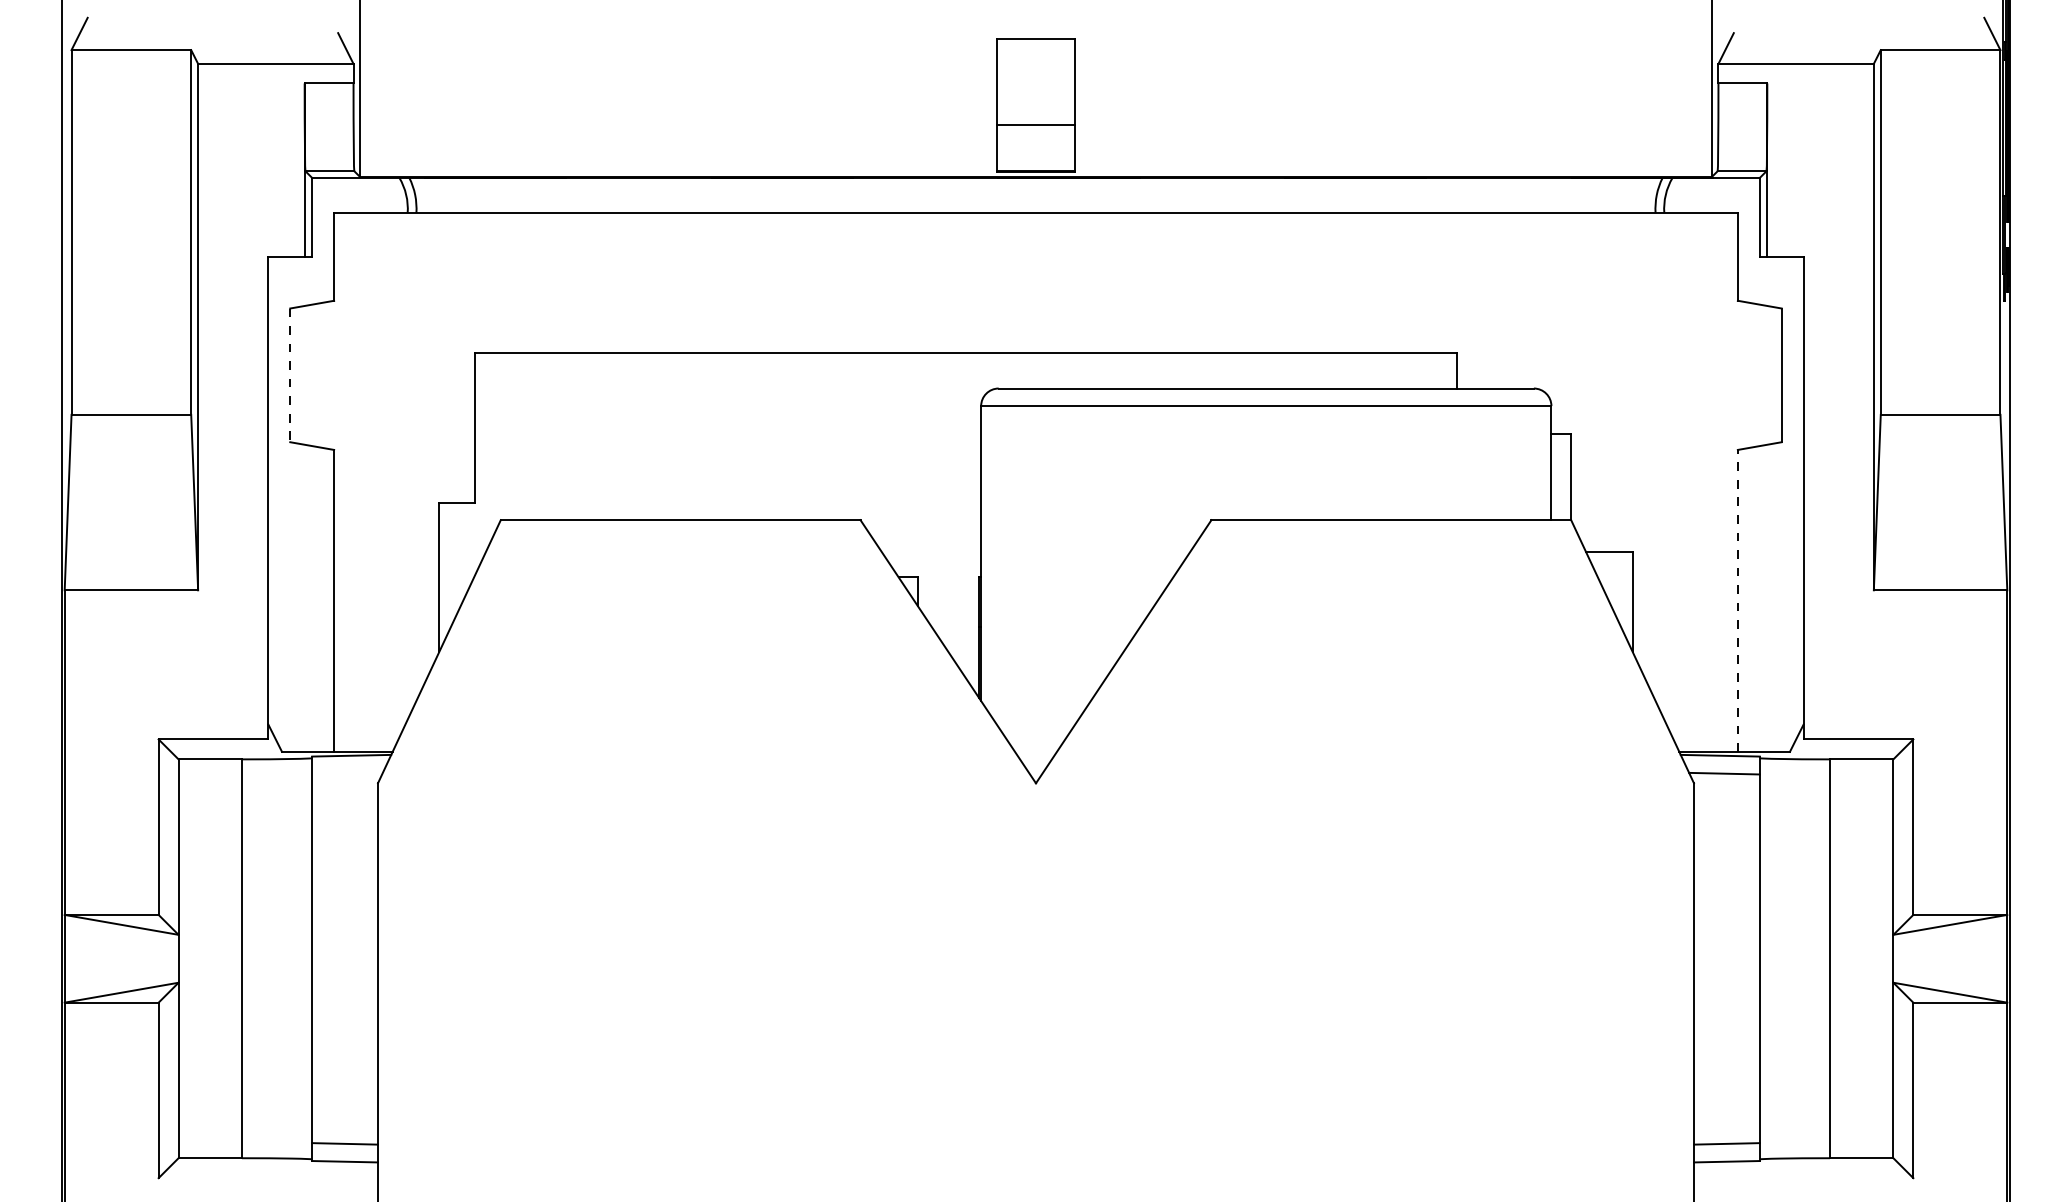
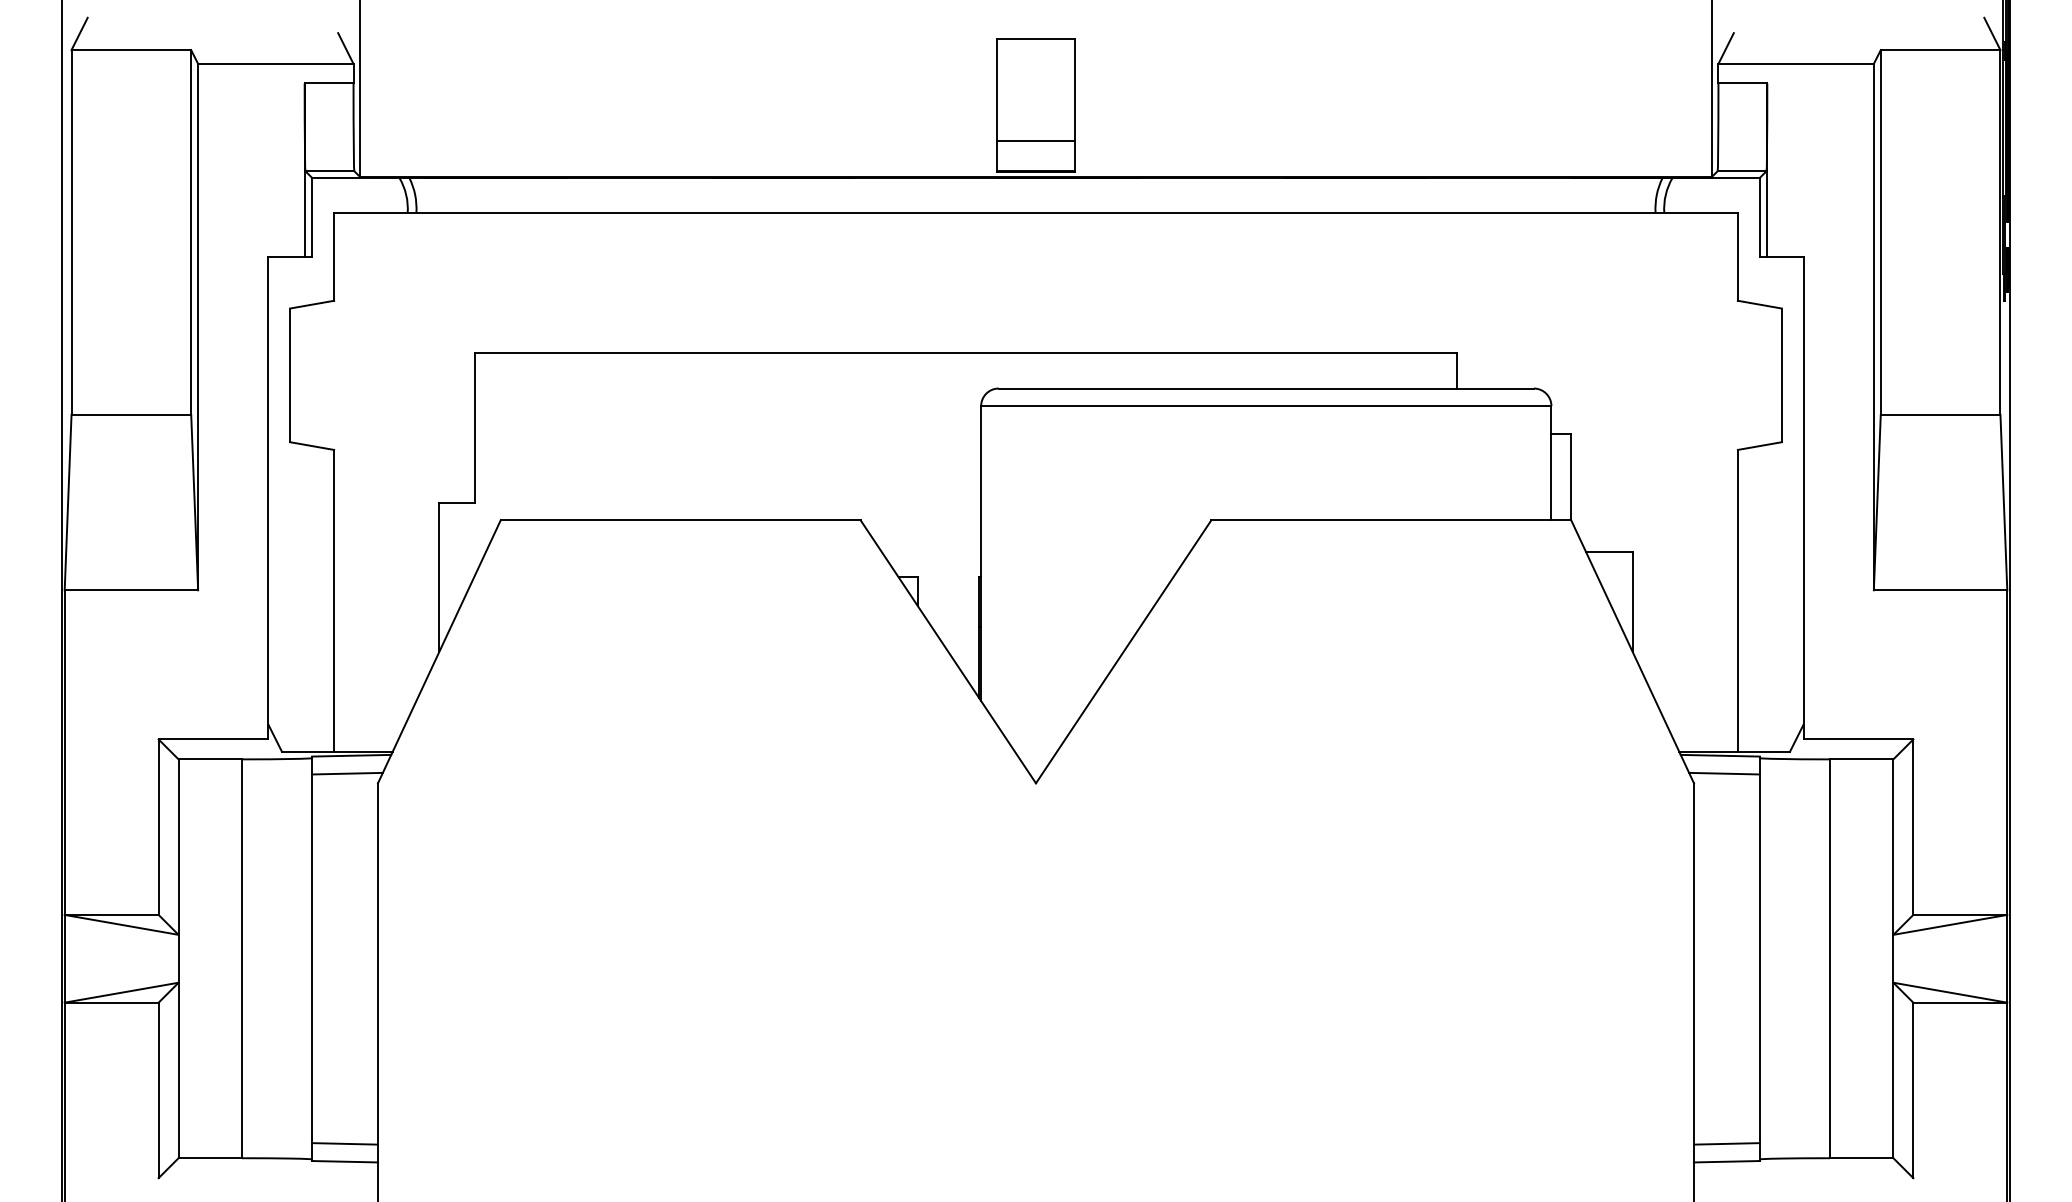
line at (1035, 124) position: (1035, 124) -> (1035, 140)
line at (290, 375): dashed -> solid
line at (1737, 600): dashed -> solid
line at (347, 773): none -> present
